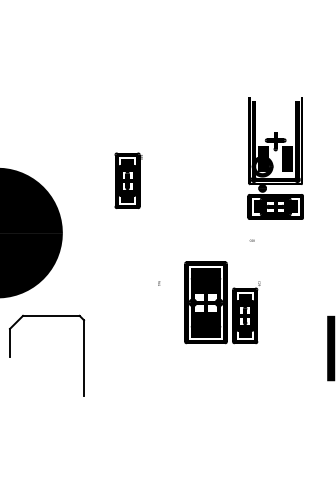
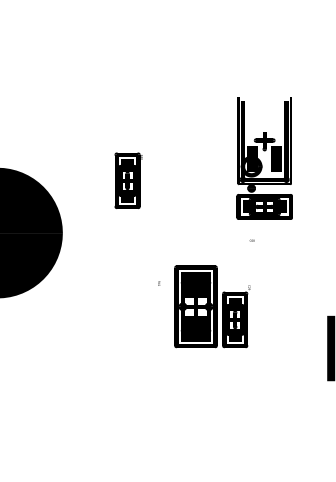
part at (275, 158) position: (275, 158) -> (264, 158)
text at (222, 302) position: (222, 302) -> (212, 306)
part at (83, 355): present -> none
